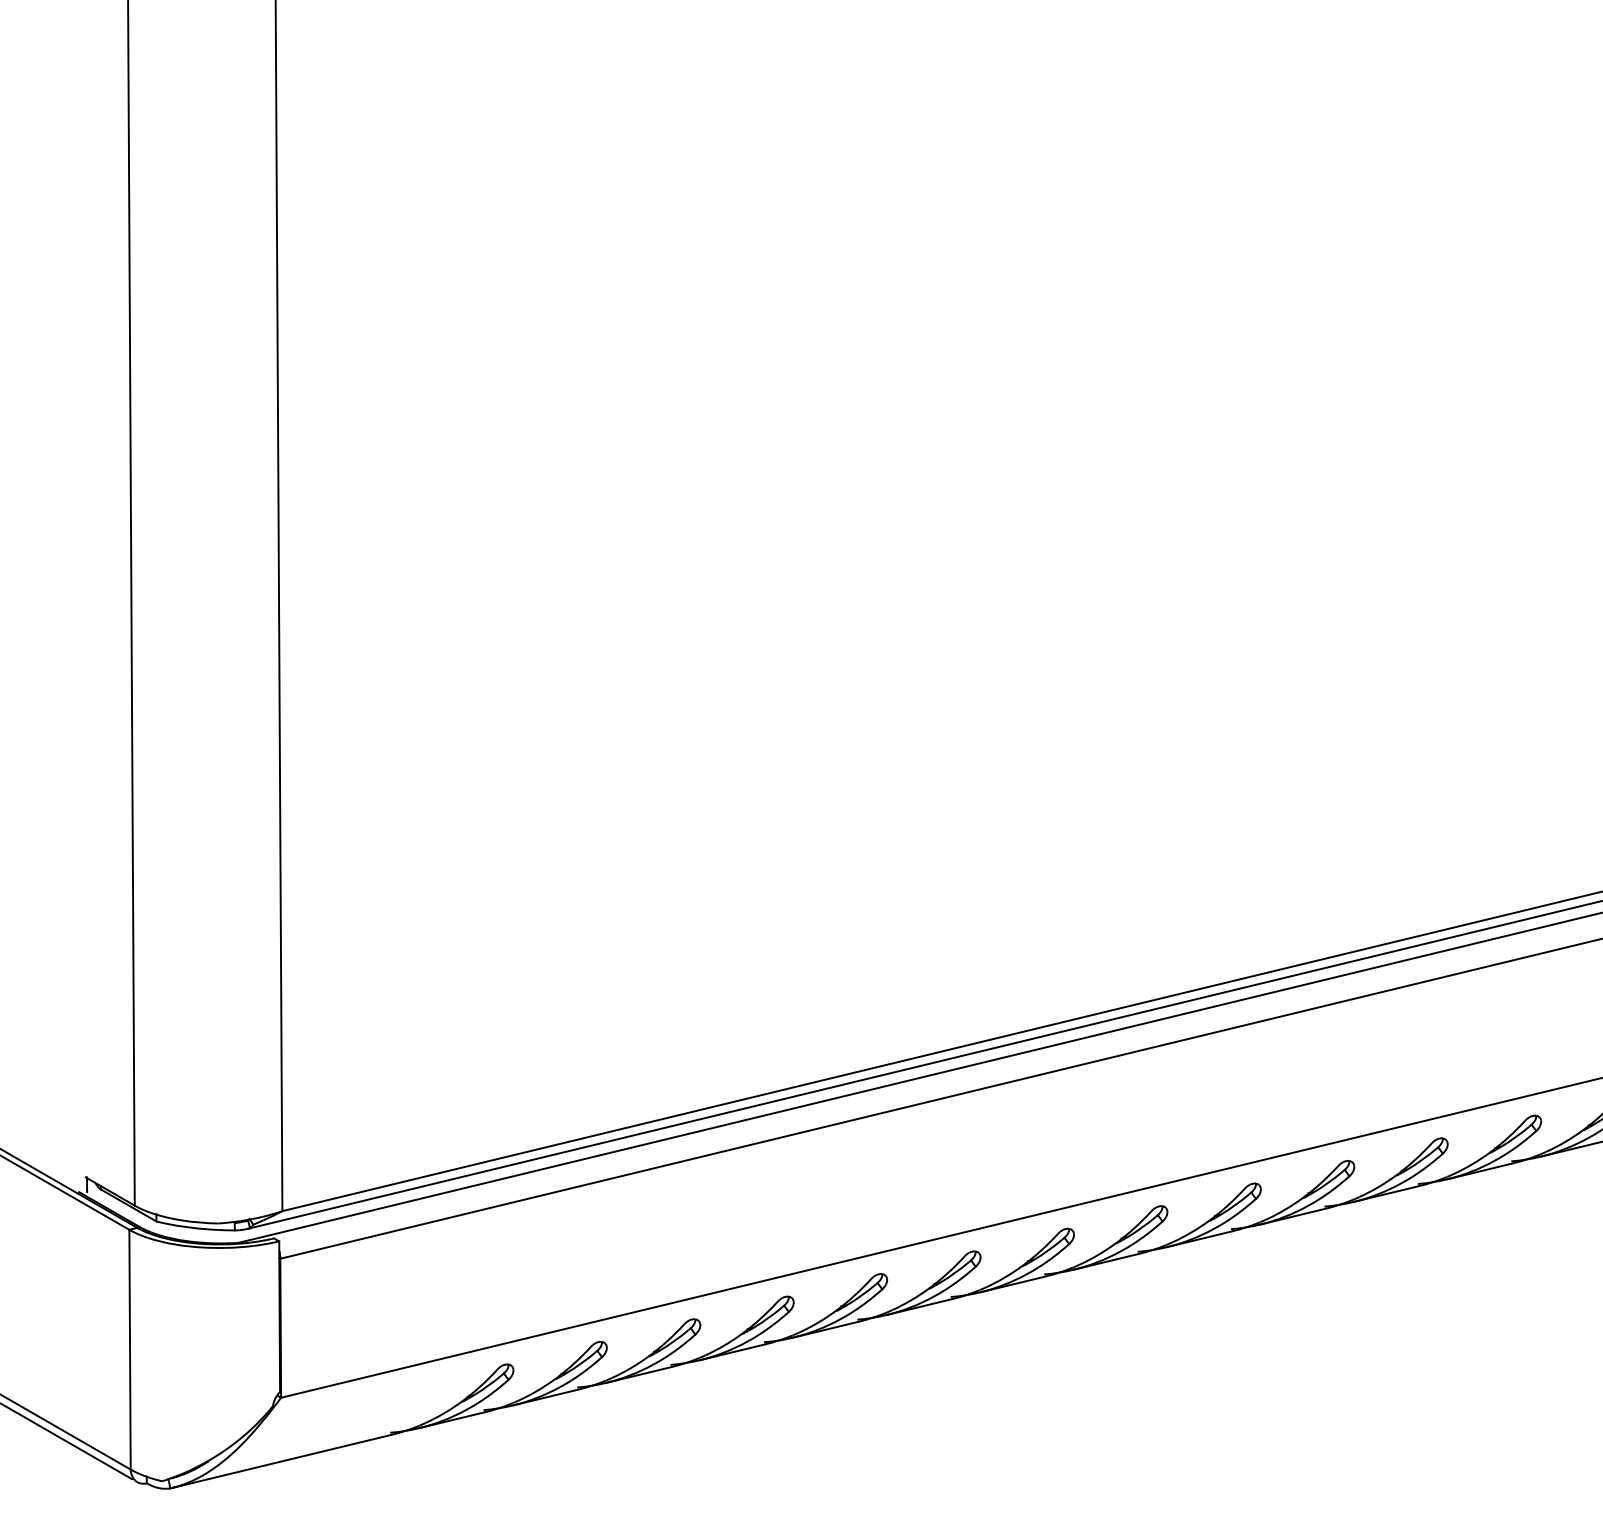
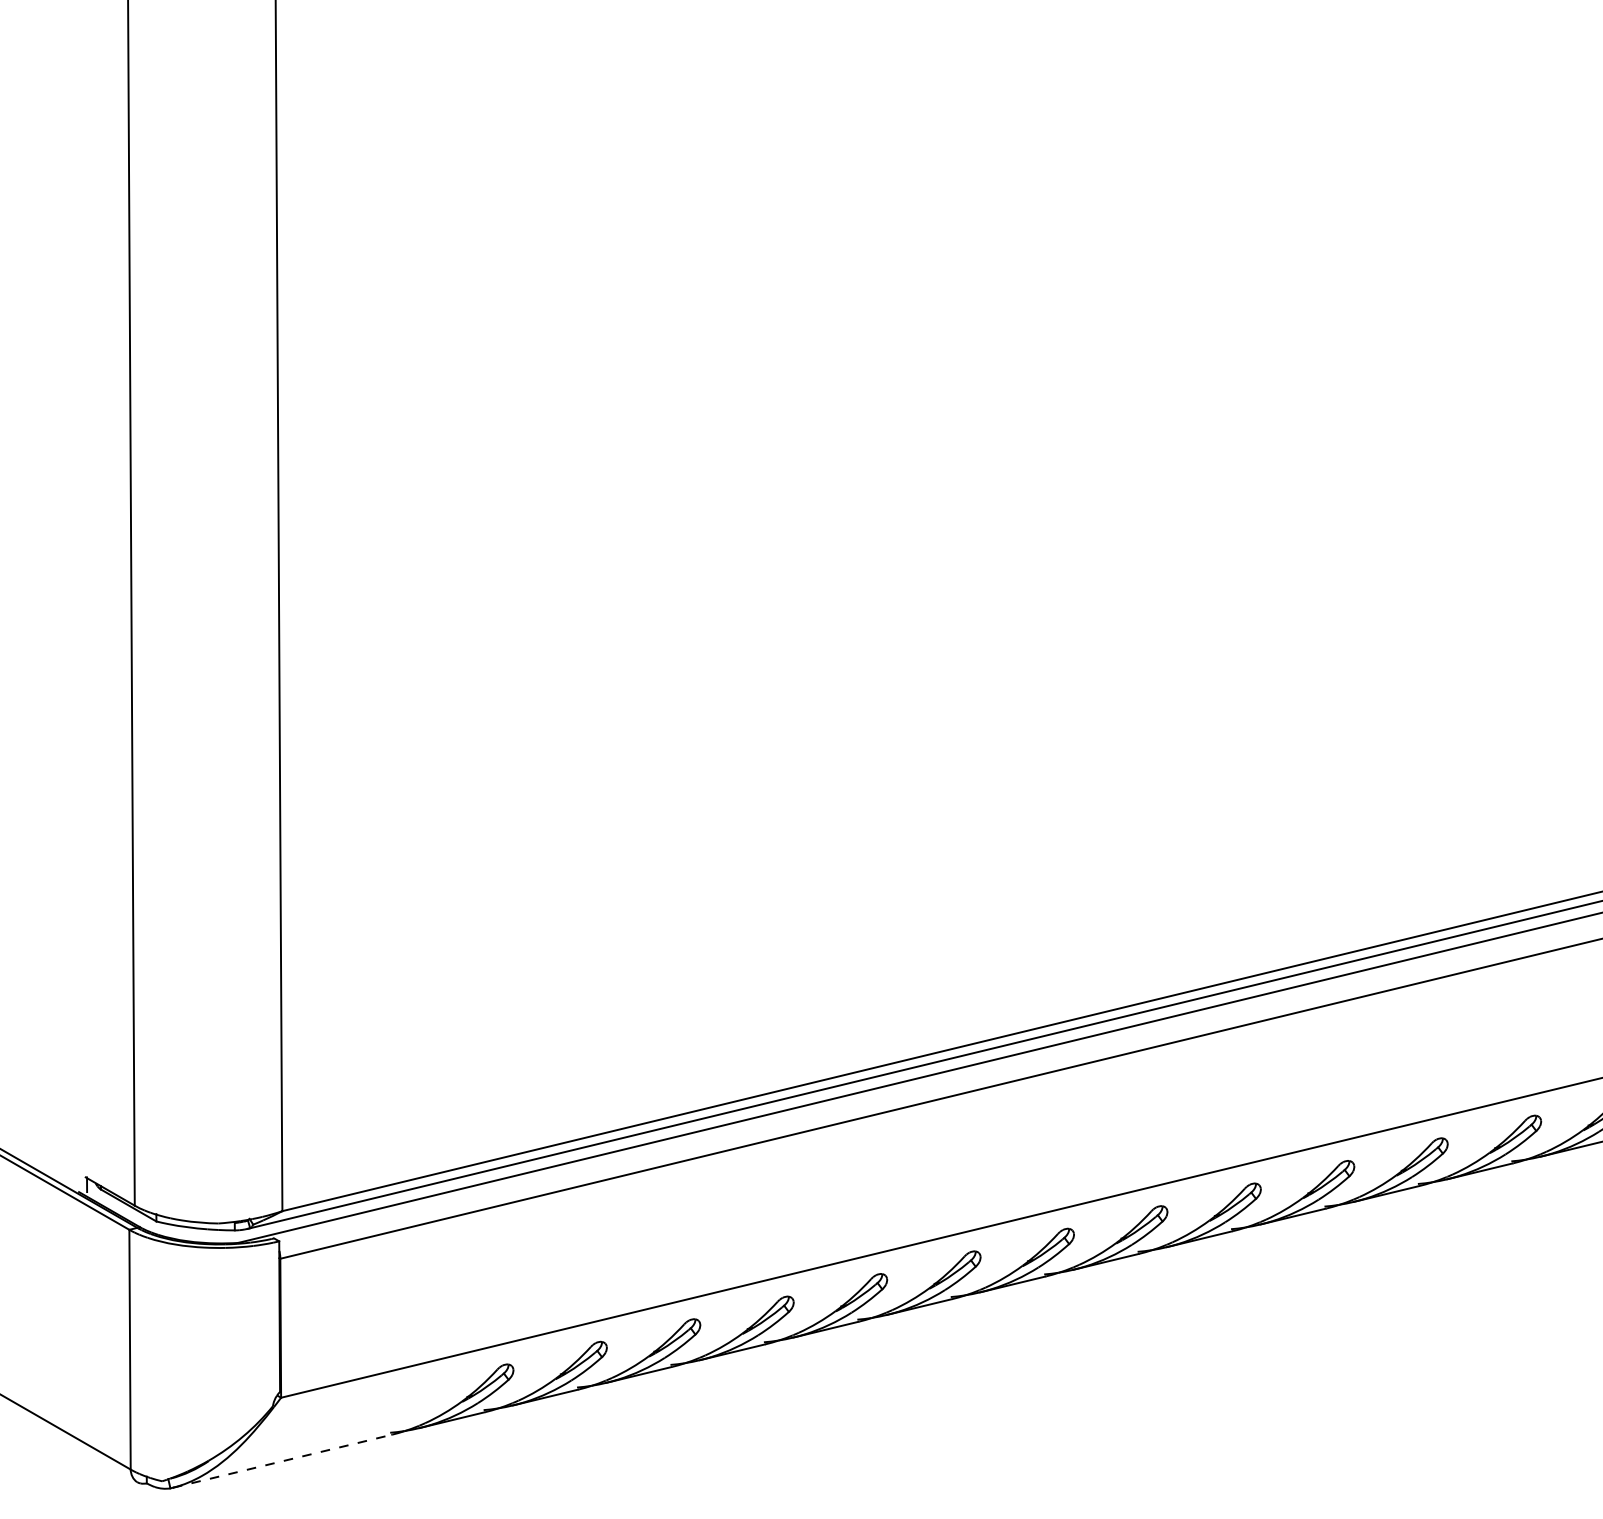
line at (67, 1441): present -> none
line at (282, 1461): solid -> dashed
